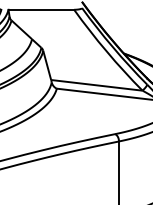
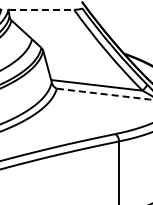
line at (41, 9): solid -> dashed
line at (103, 94): solid -> dashed
